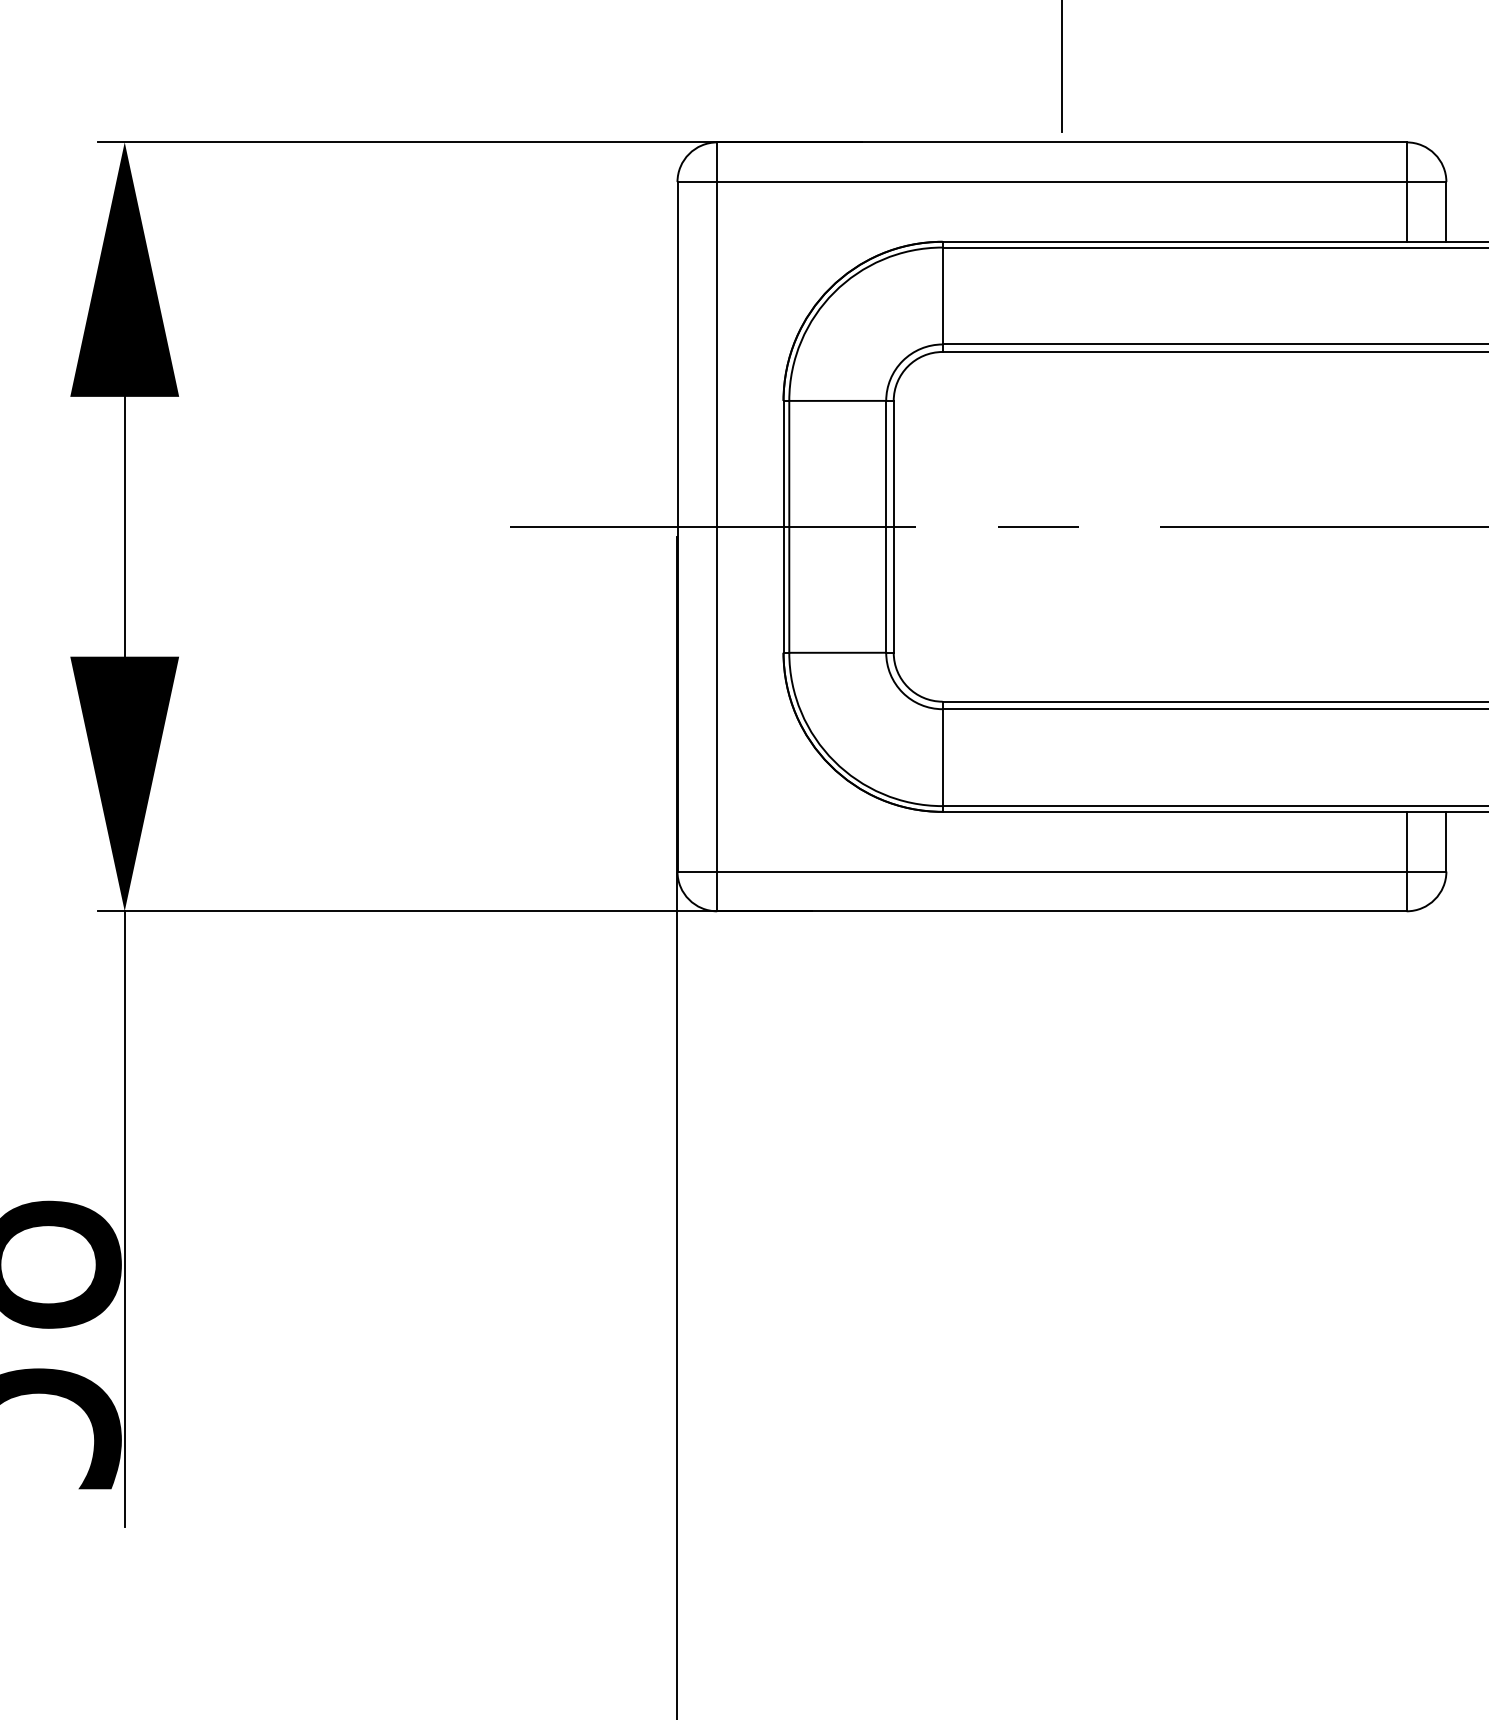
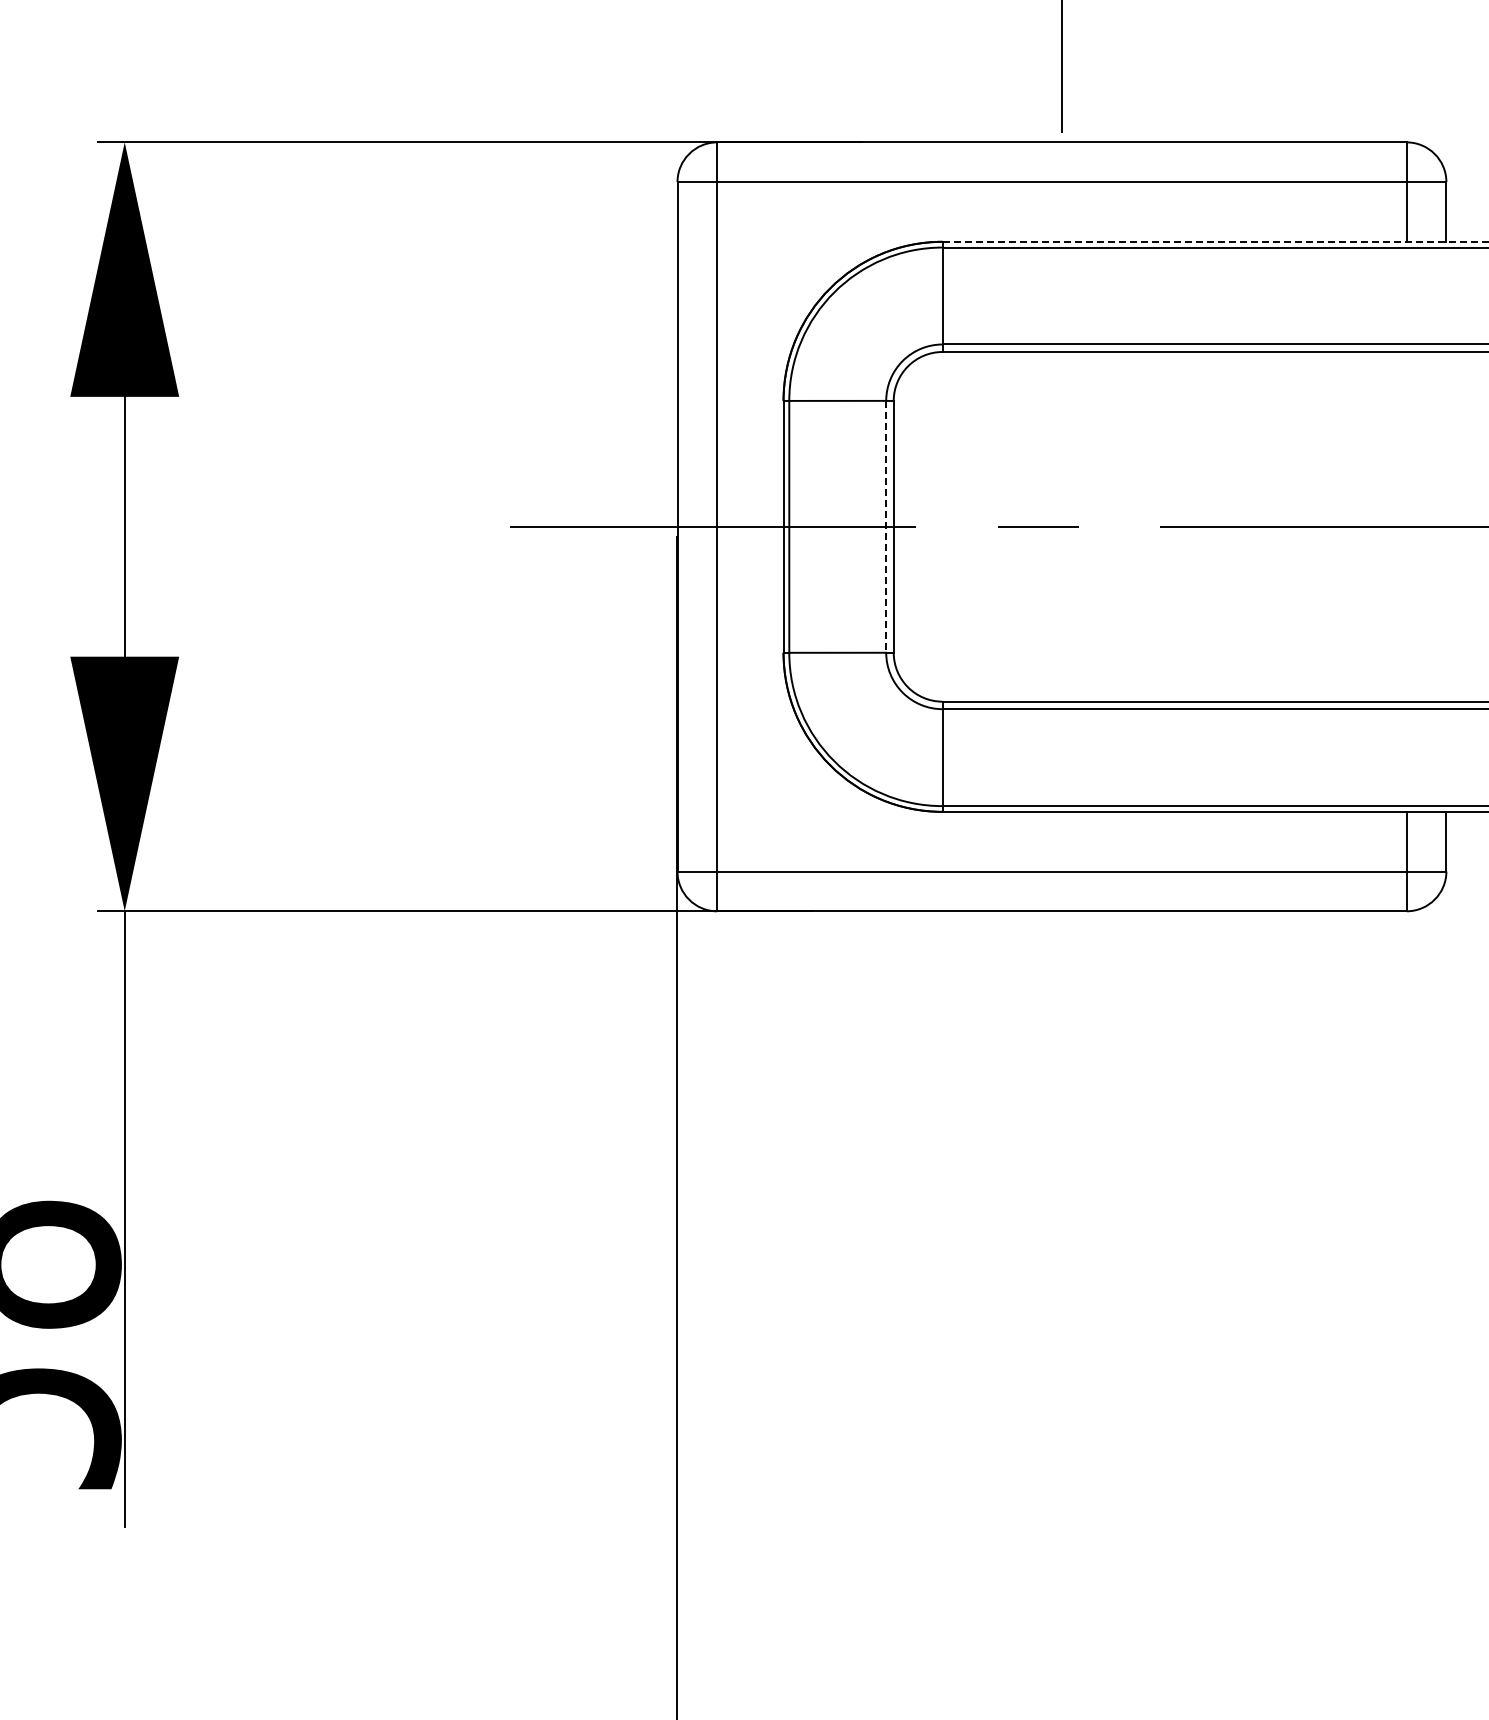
line at (1215, 241): solid -> dashed
line at (886, 526): solid -> dashed
